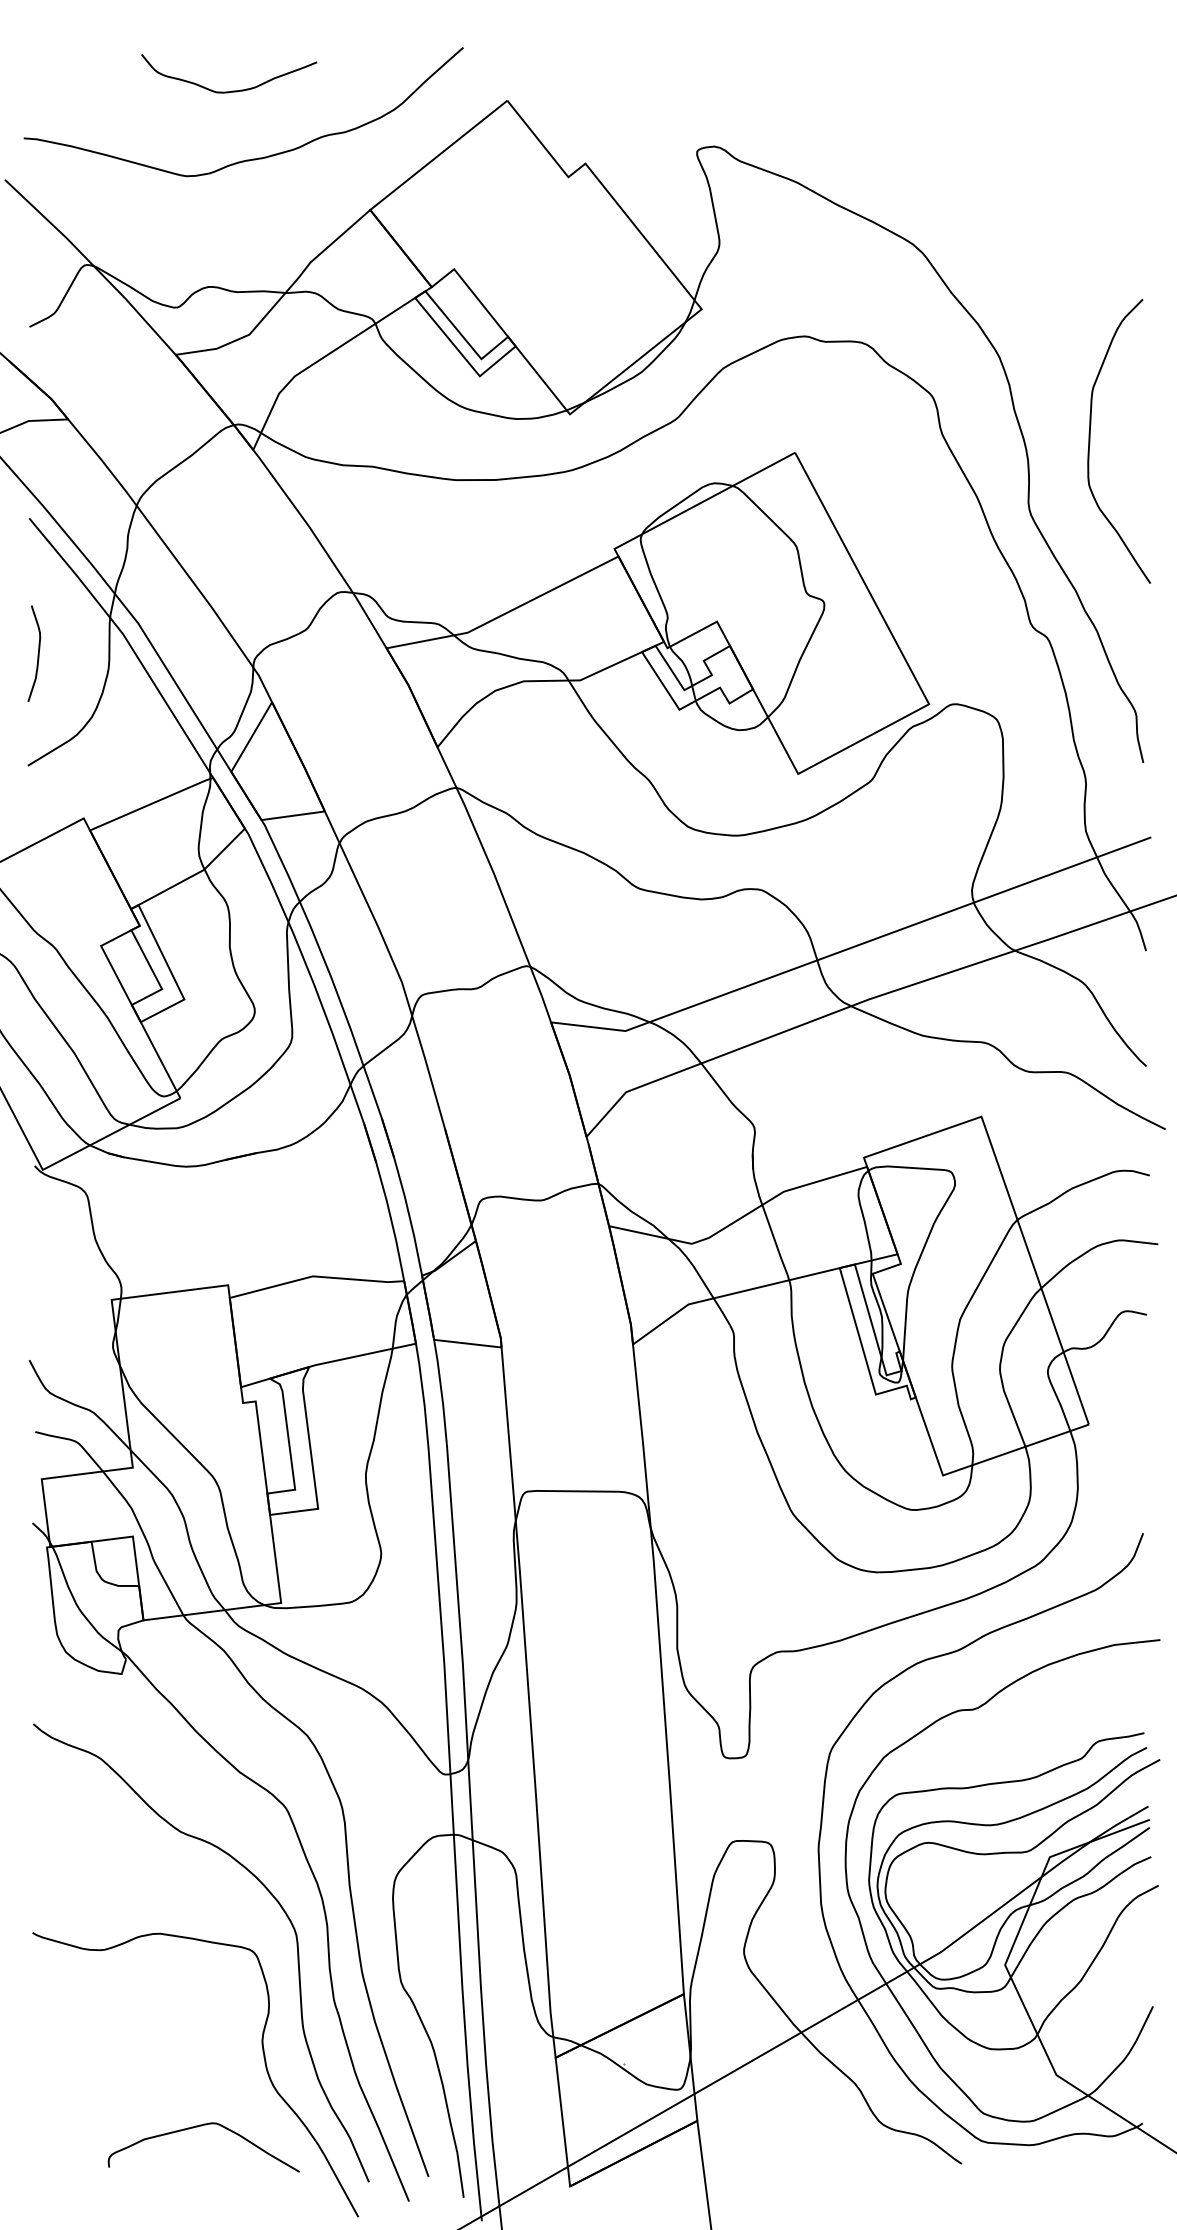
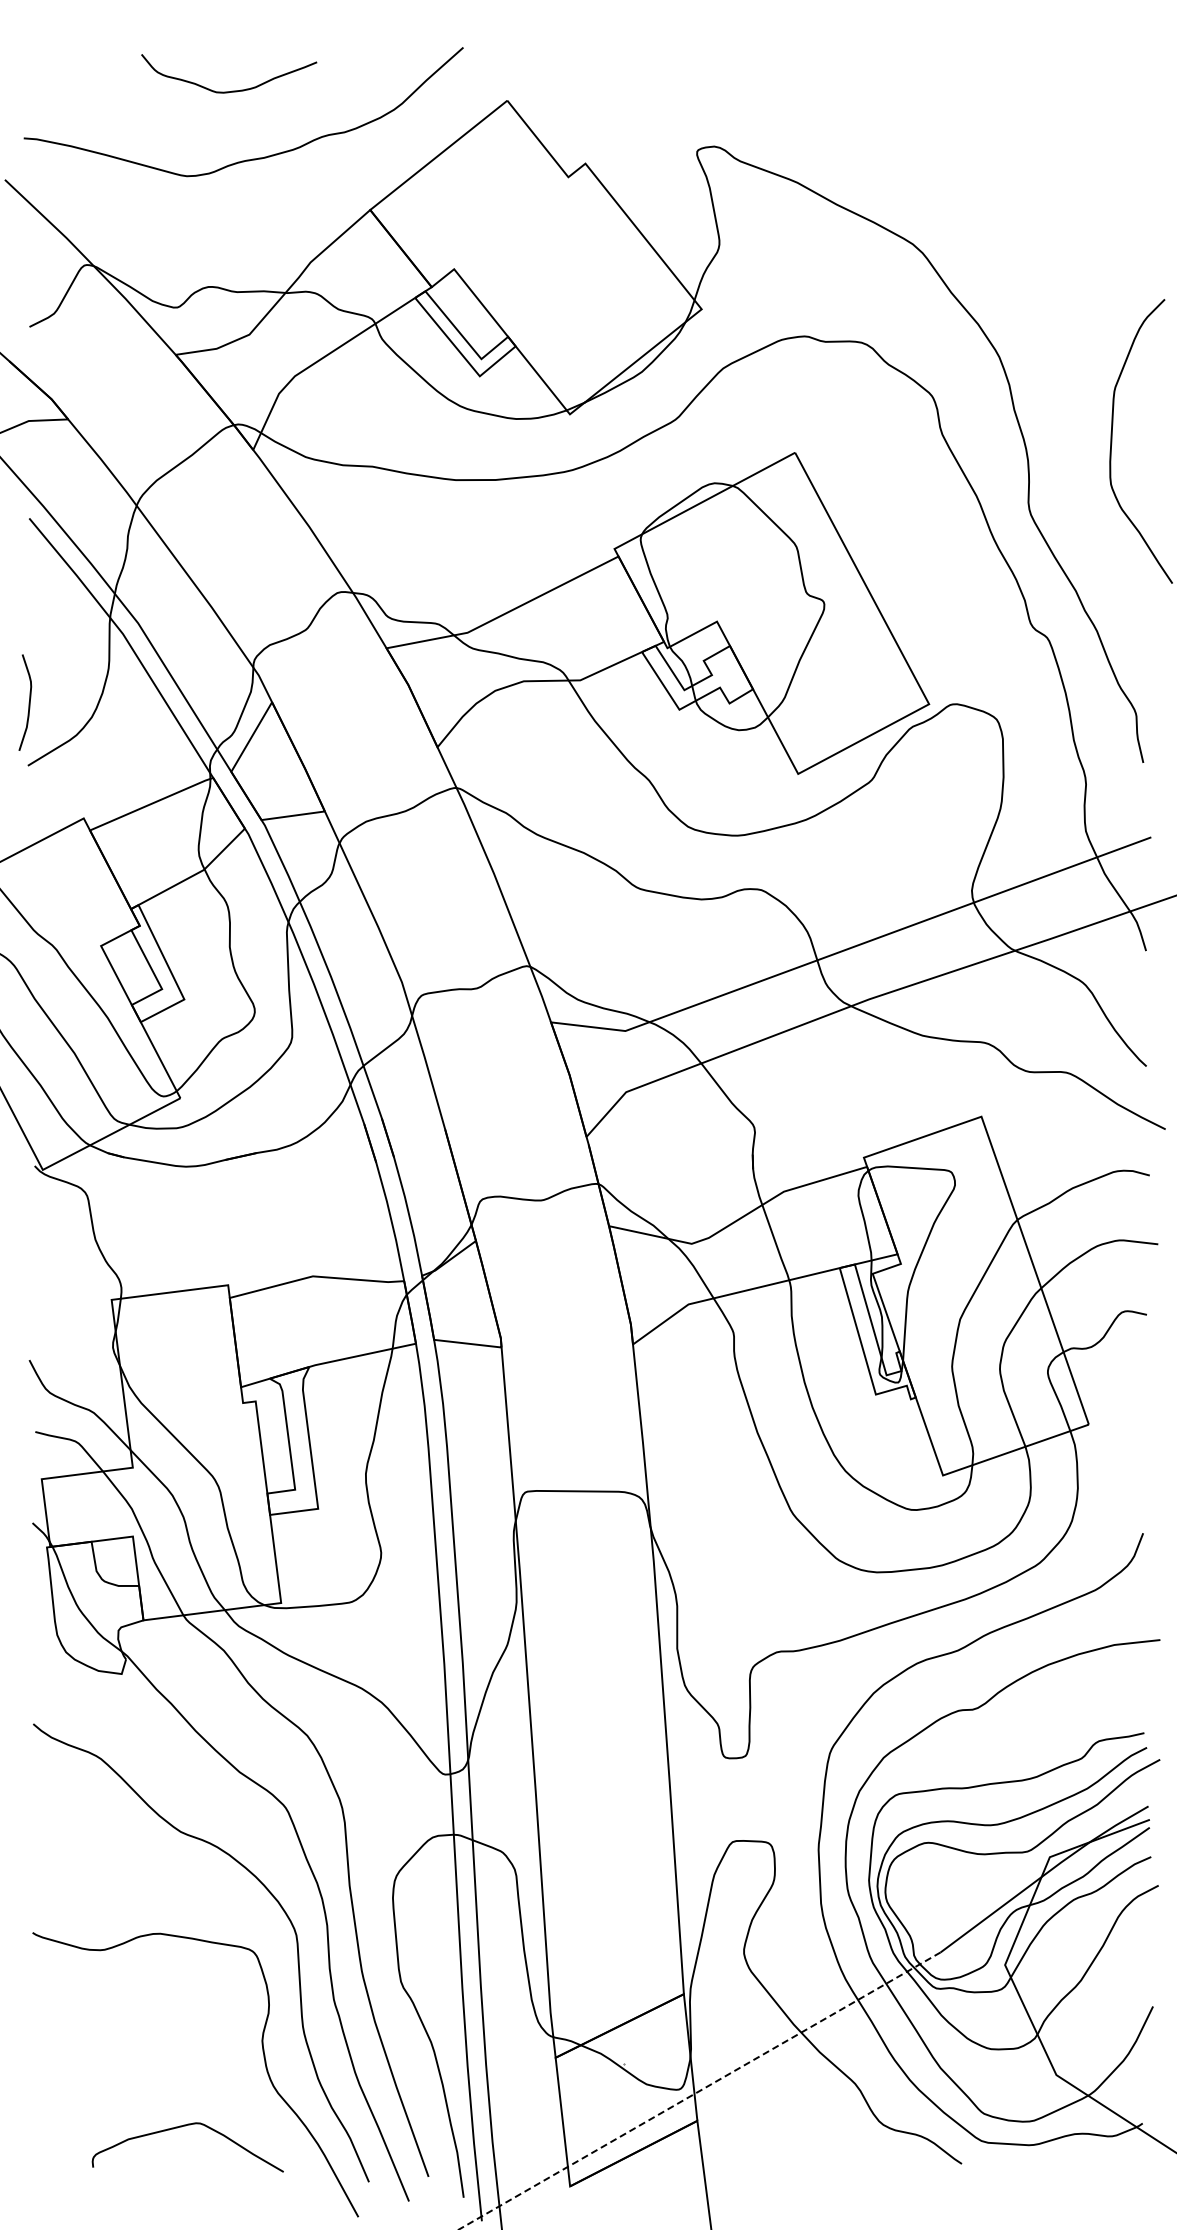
curve at (1090, 441) position: (1090, 441) -> (1112, 441)
curve at (37, 653) position: (37, 653) -> (28, 702)
line at (699, 2090): solid -> dashed
curve at (197, 2127) position: (197, 2127) -> (181, 2127)
